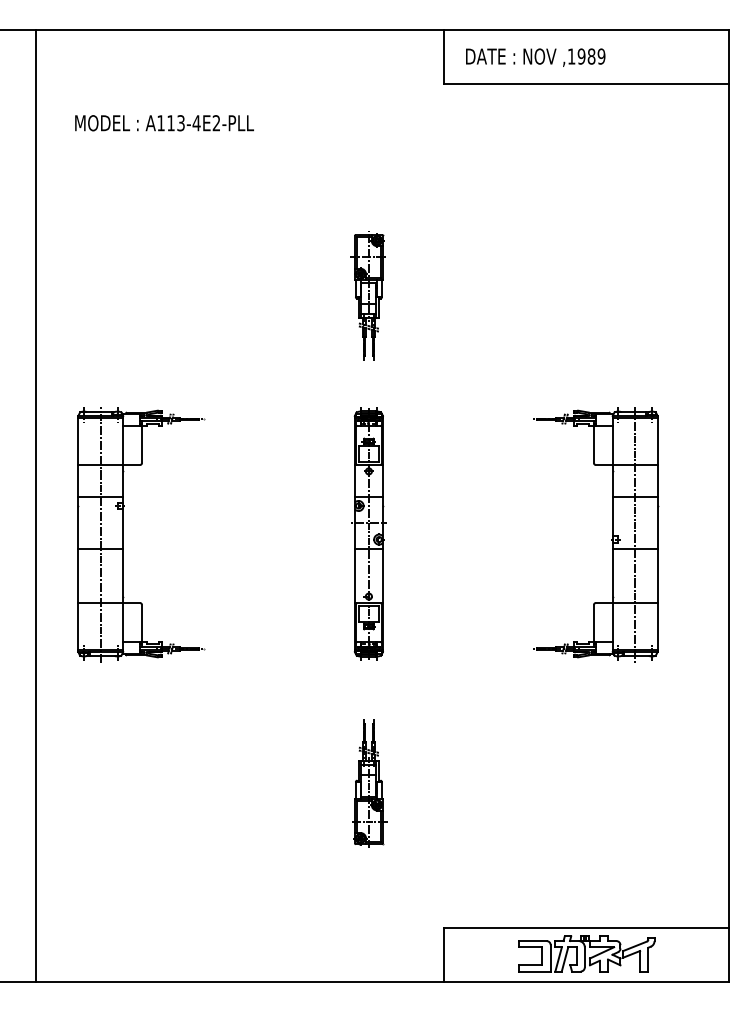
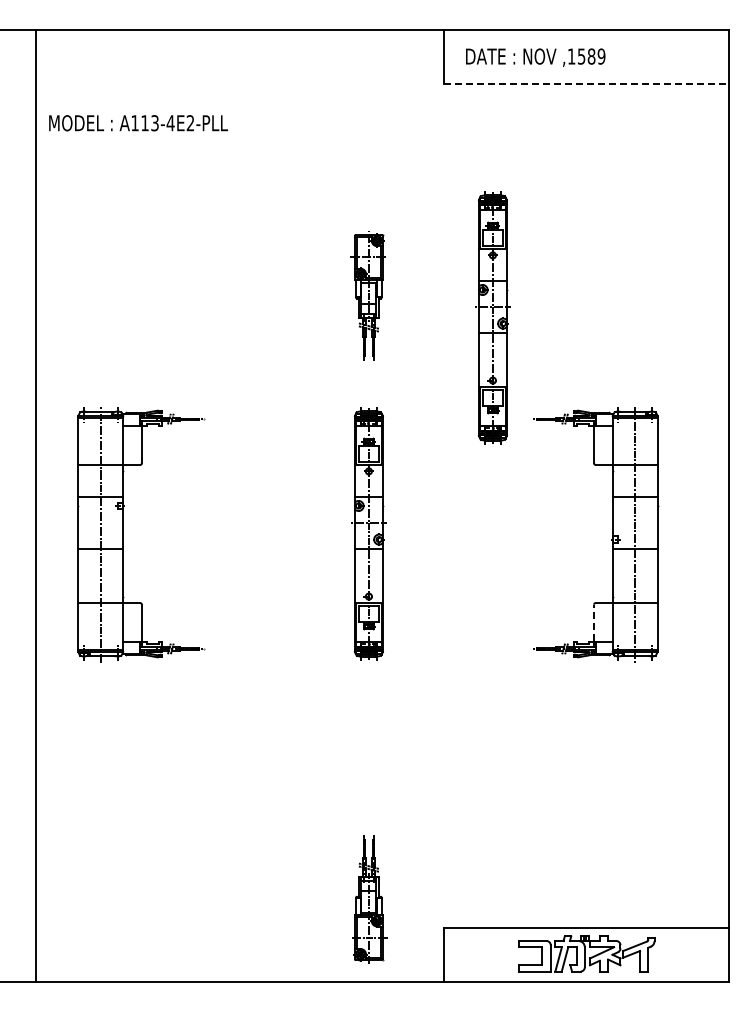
text at (581, 56): ,1989 -> ,1589
line at (586, 83): solid -> dashed
text at (164, 123) position: (164, 123) -> (138, 123)
part at (492, 317): none -> present
line at (594, 622): solid -> dashed
part at (369, 783) position: (369, 783) -> (369, 899)
